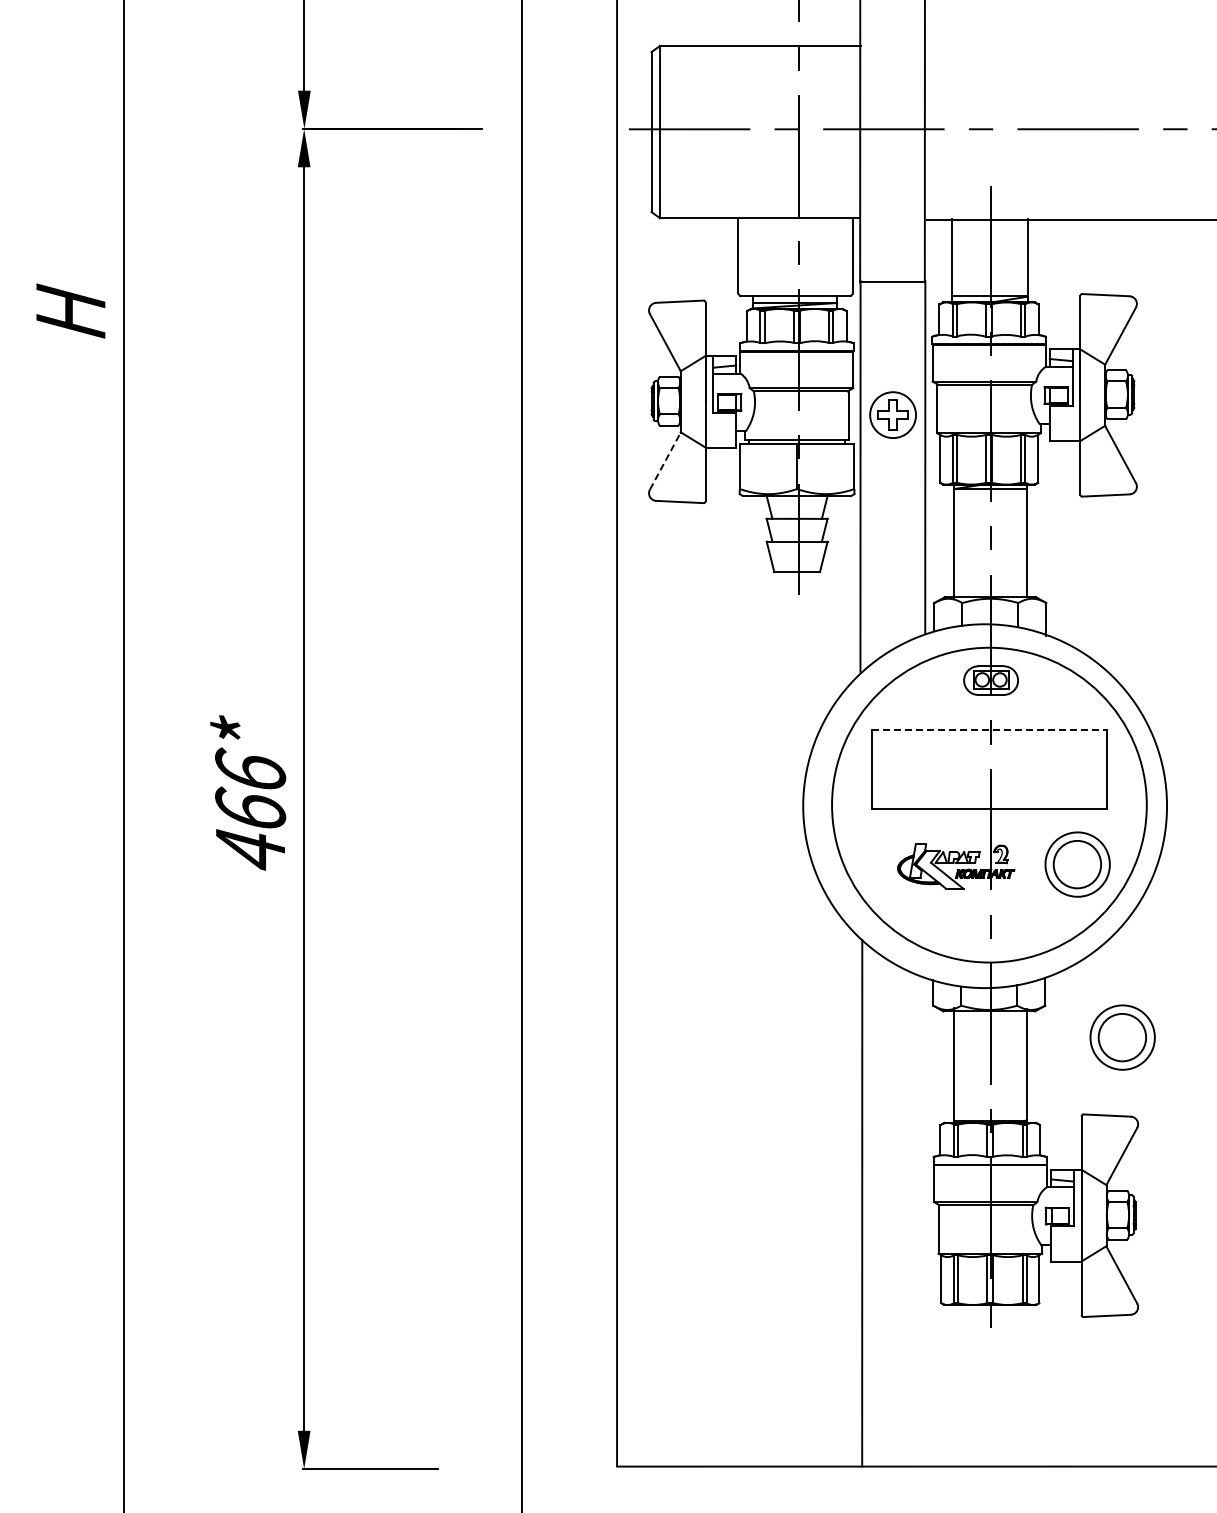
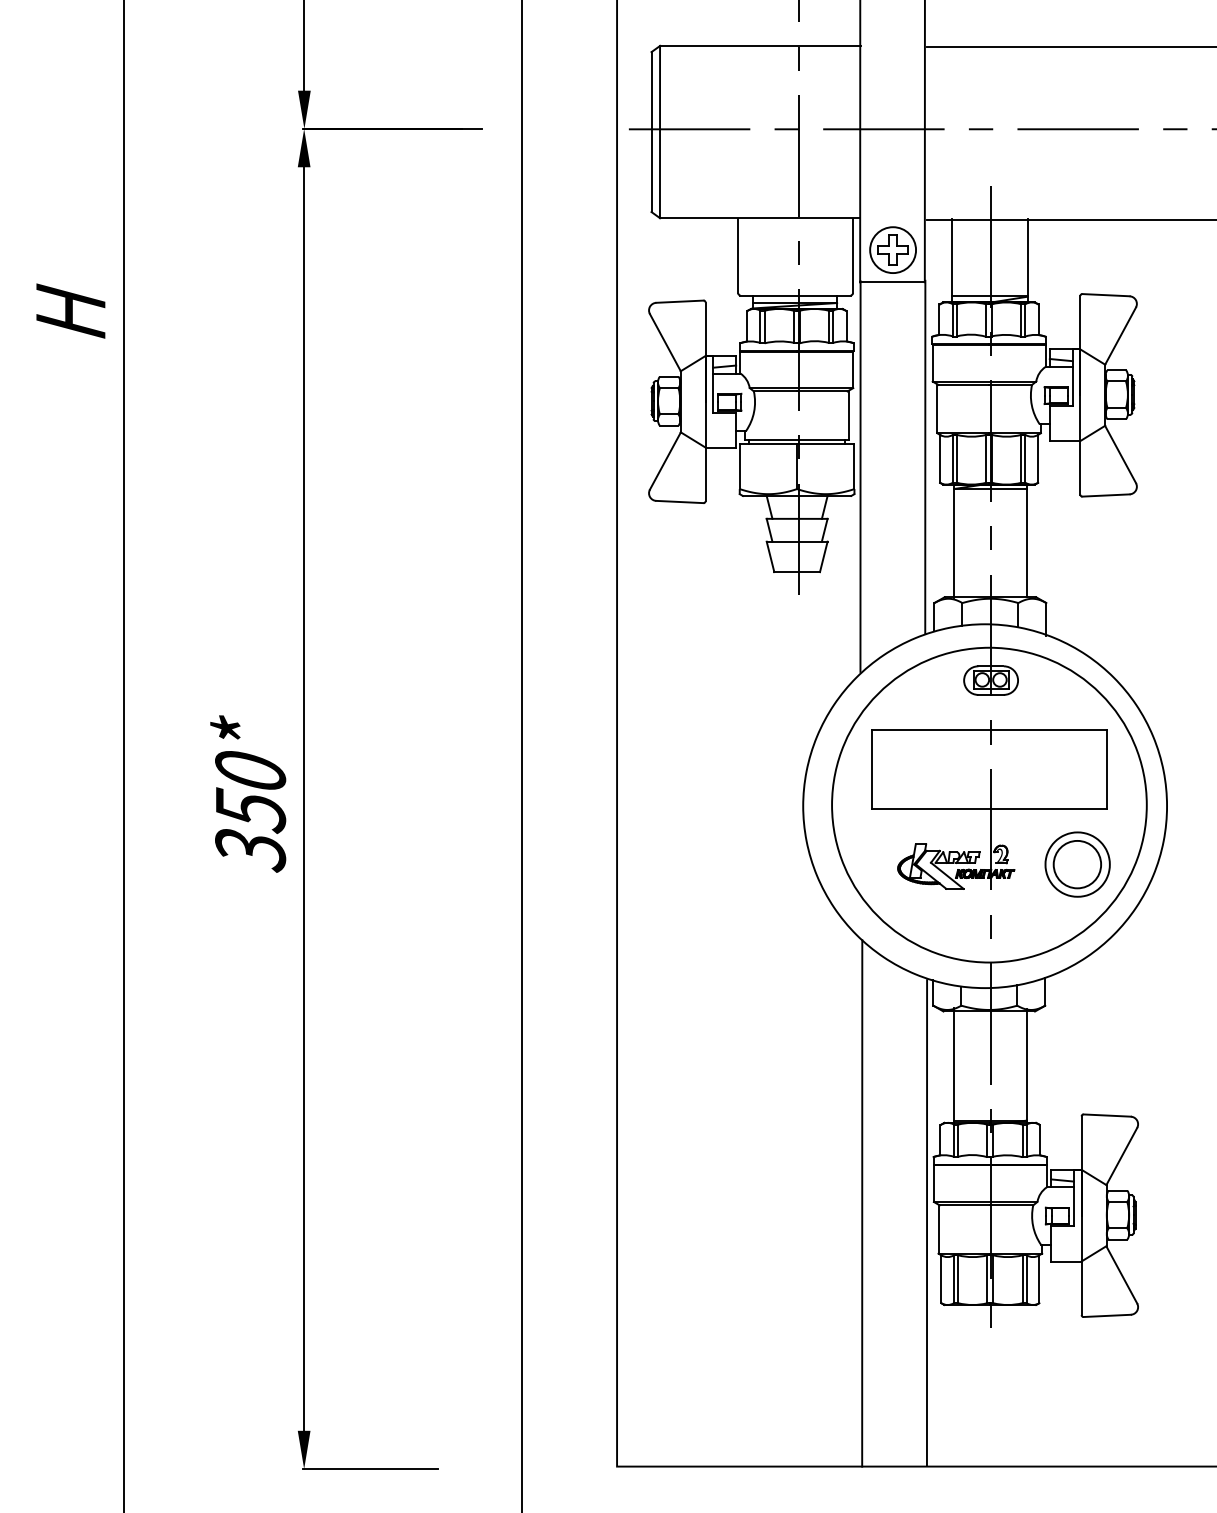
line at (1069, 46): none -> present
part at (892, 414) position: (892, 414) -> (892, 249)
line at (665, 460): dashed -> solid
line at (989, 730): dashed -> solid
text at (250, 809): 466* -> 350*
part at (1122, 1037): present -> none
line at (926, 1222): none -> present
